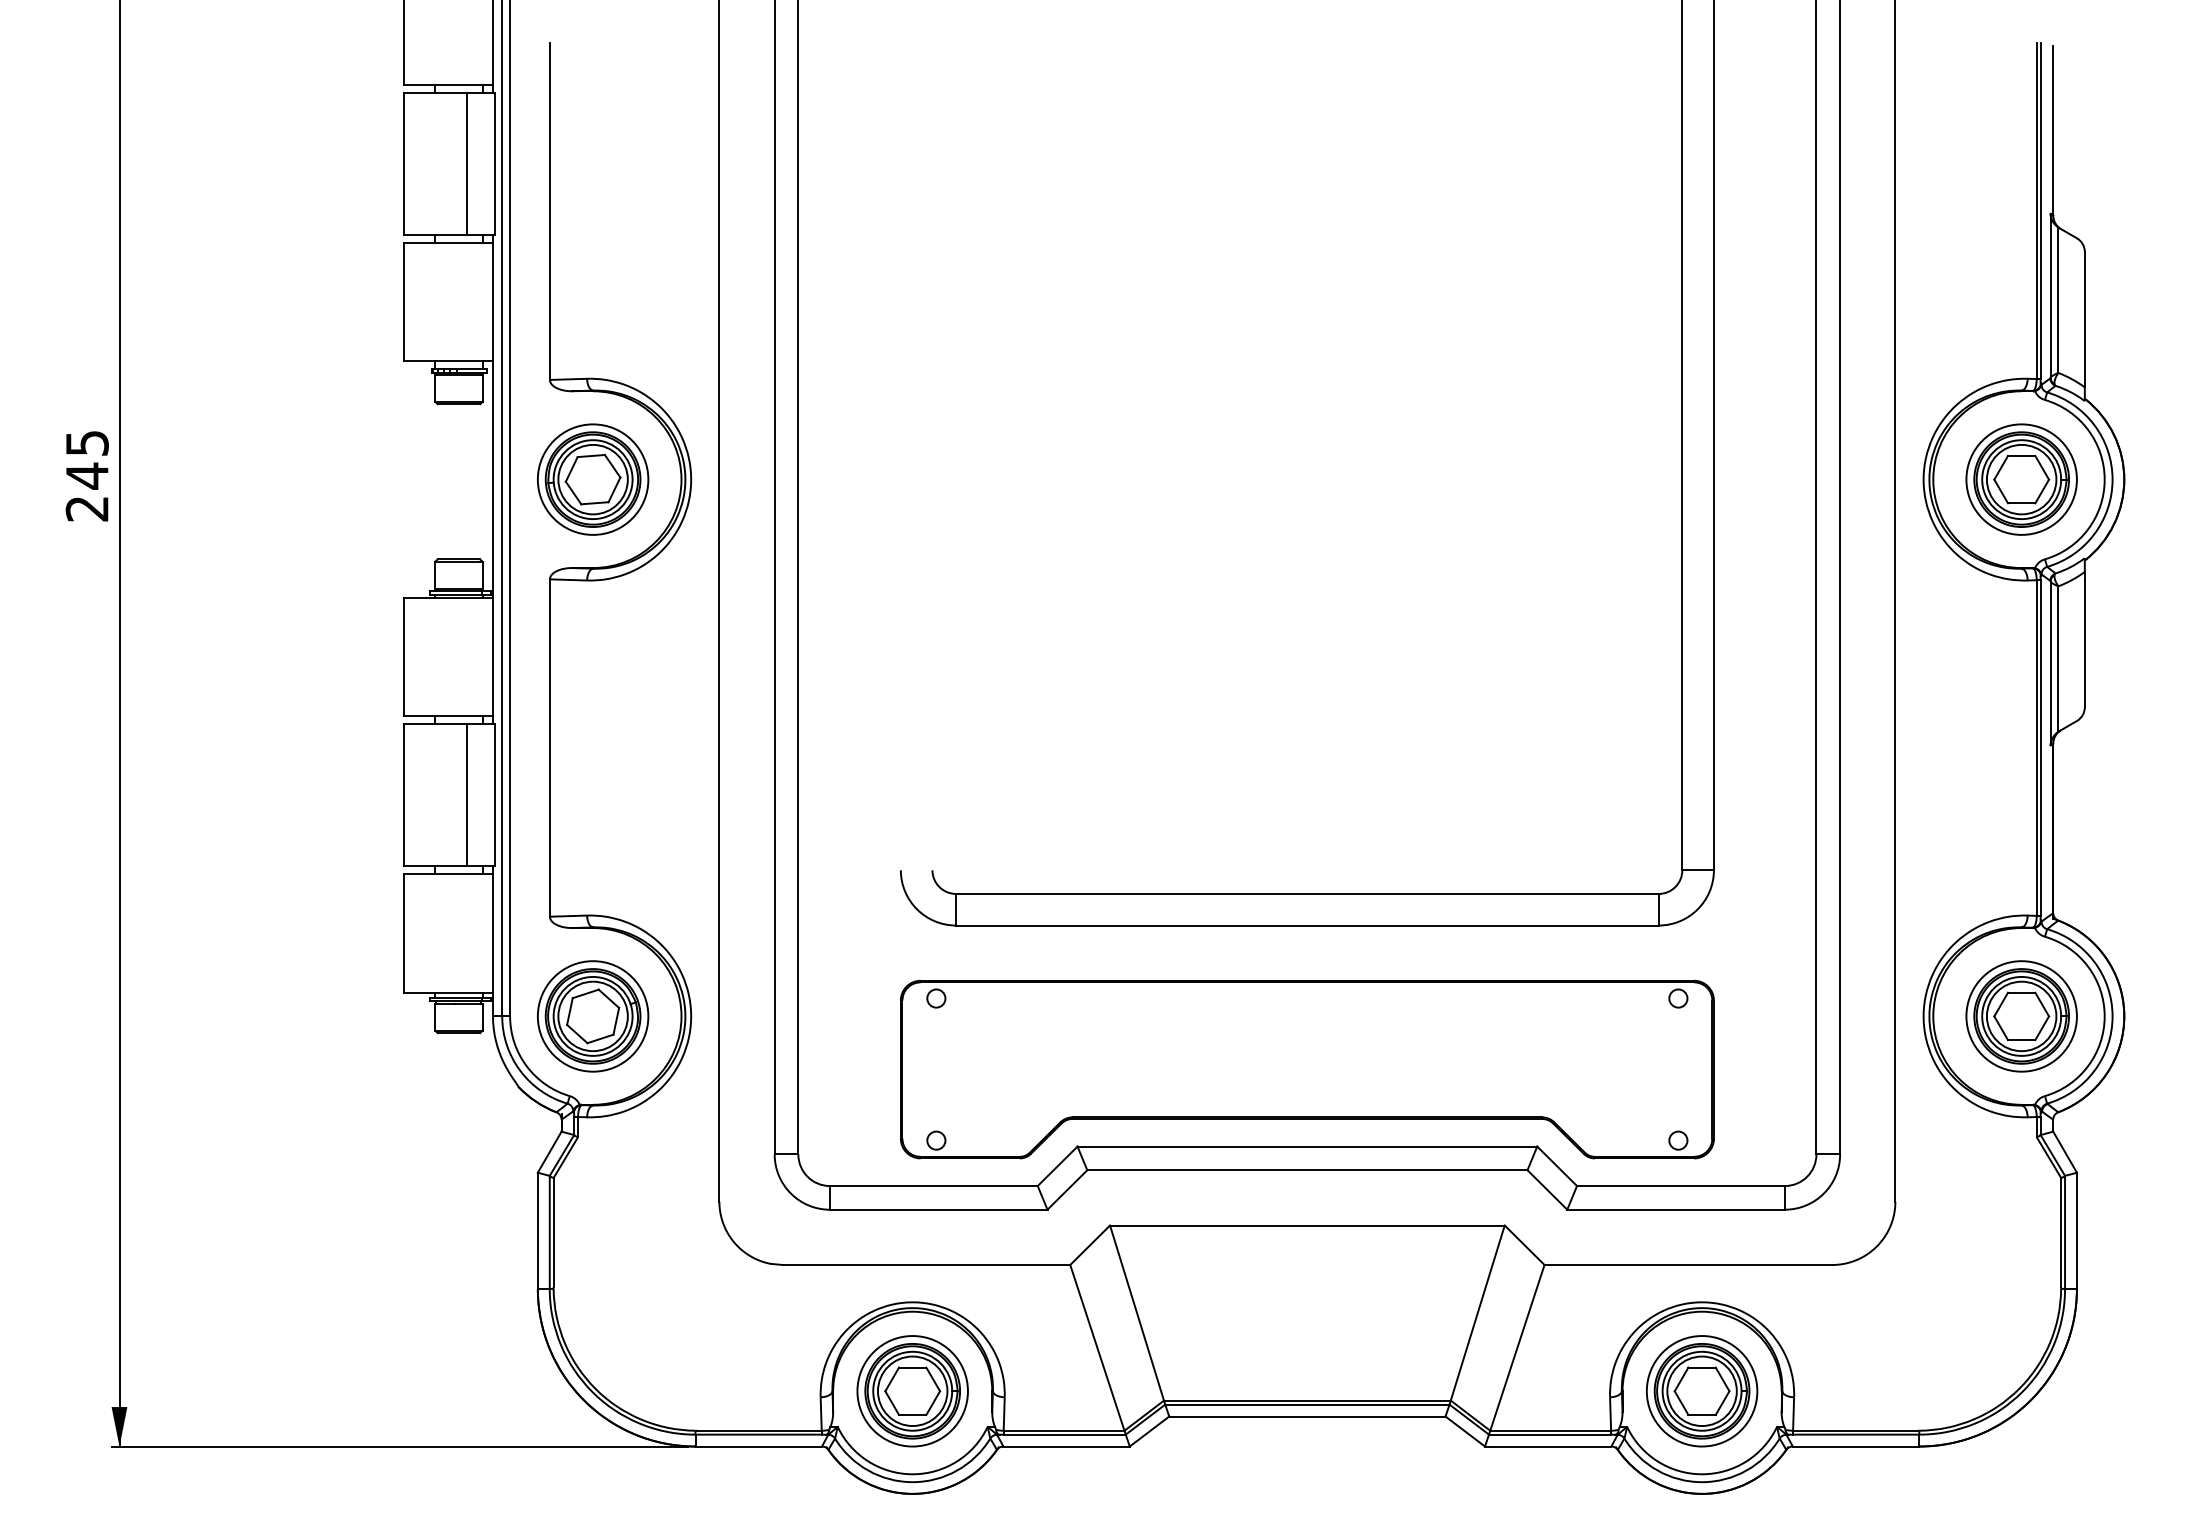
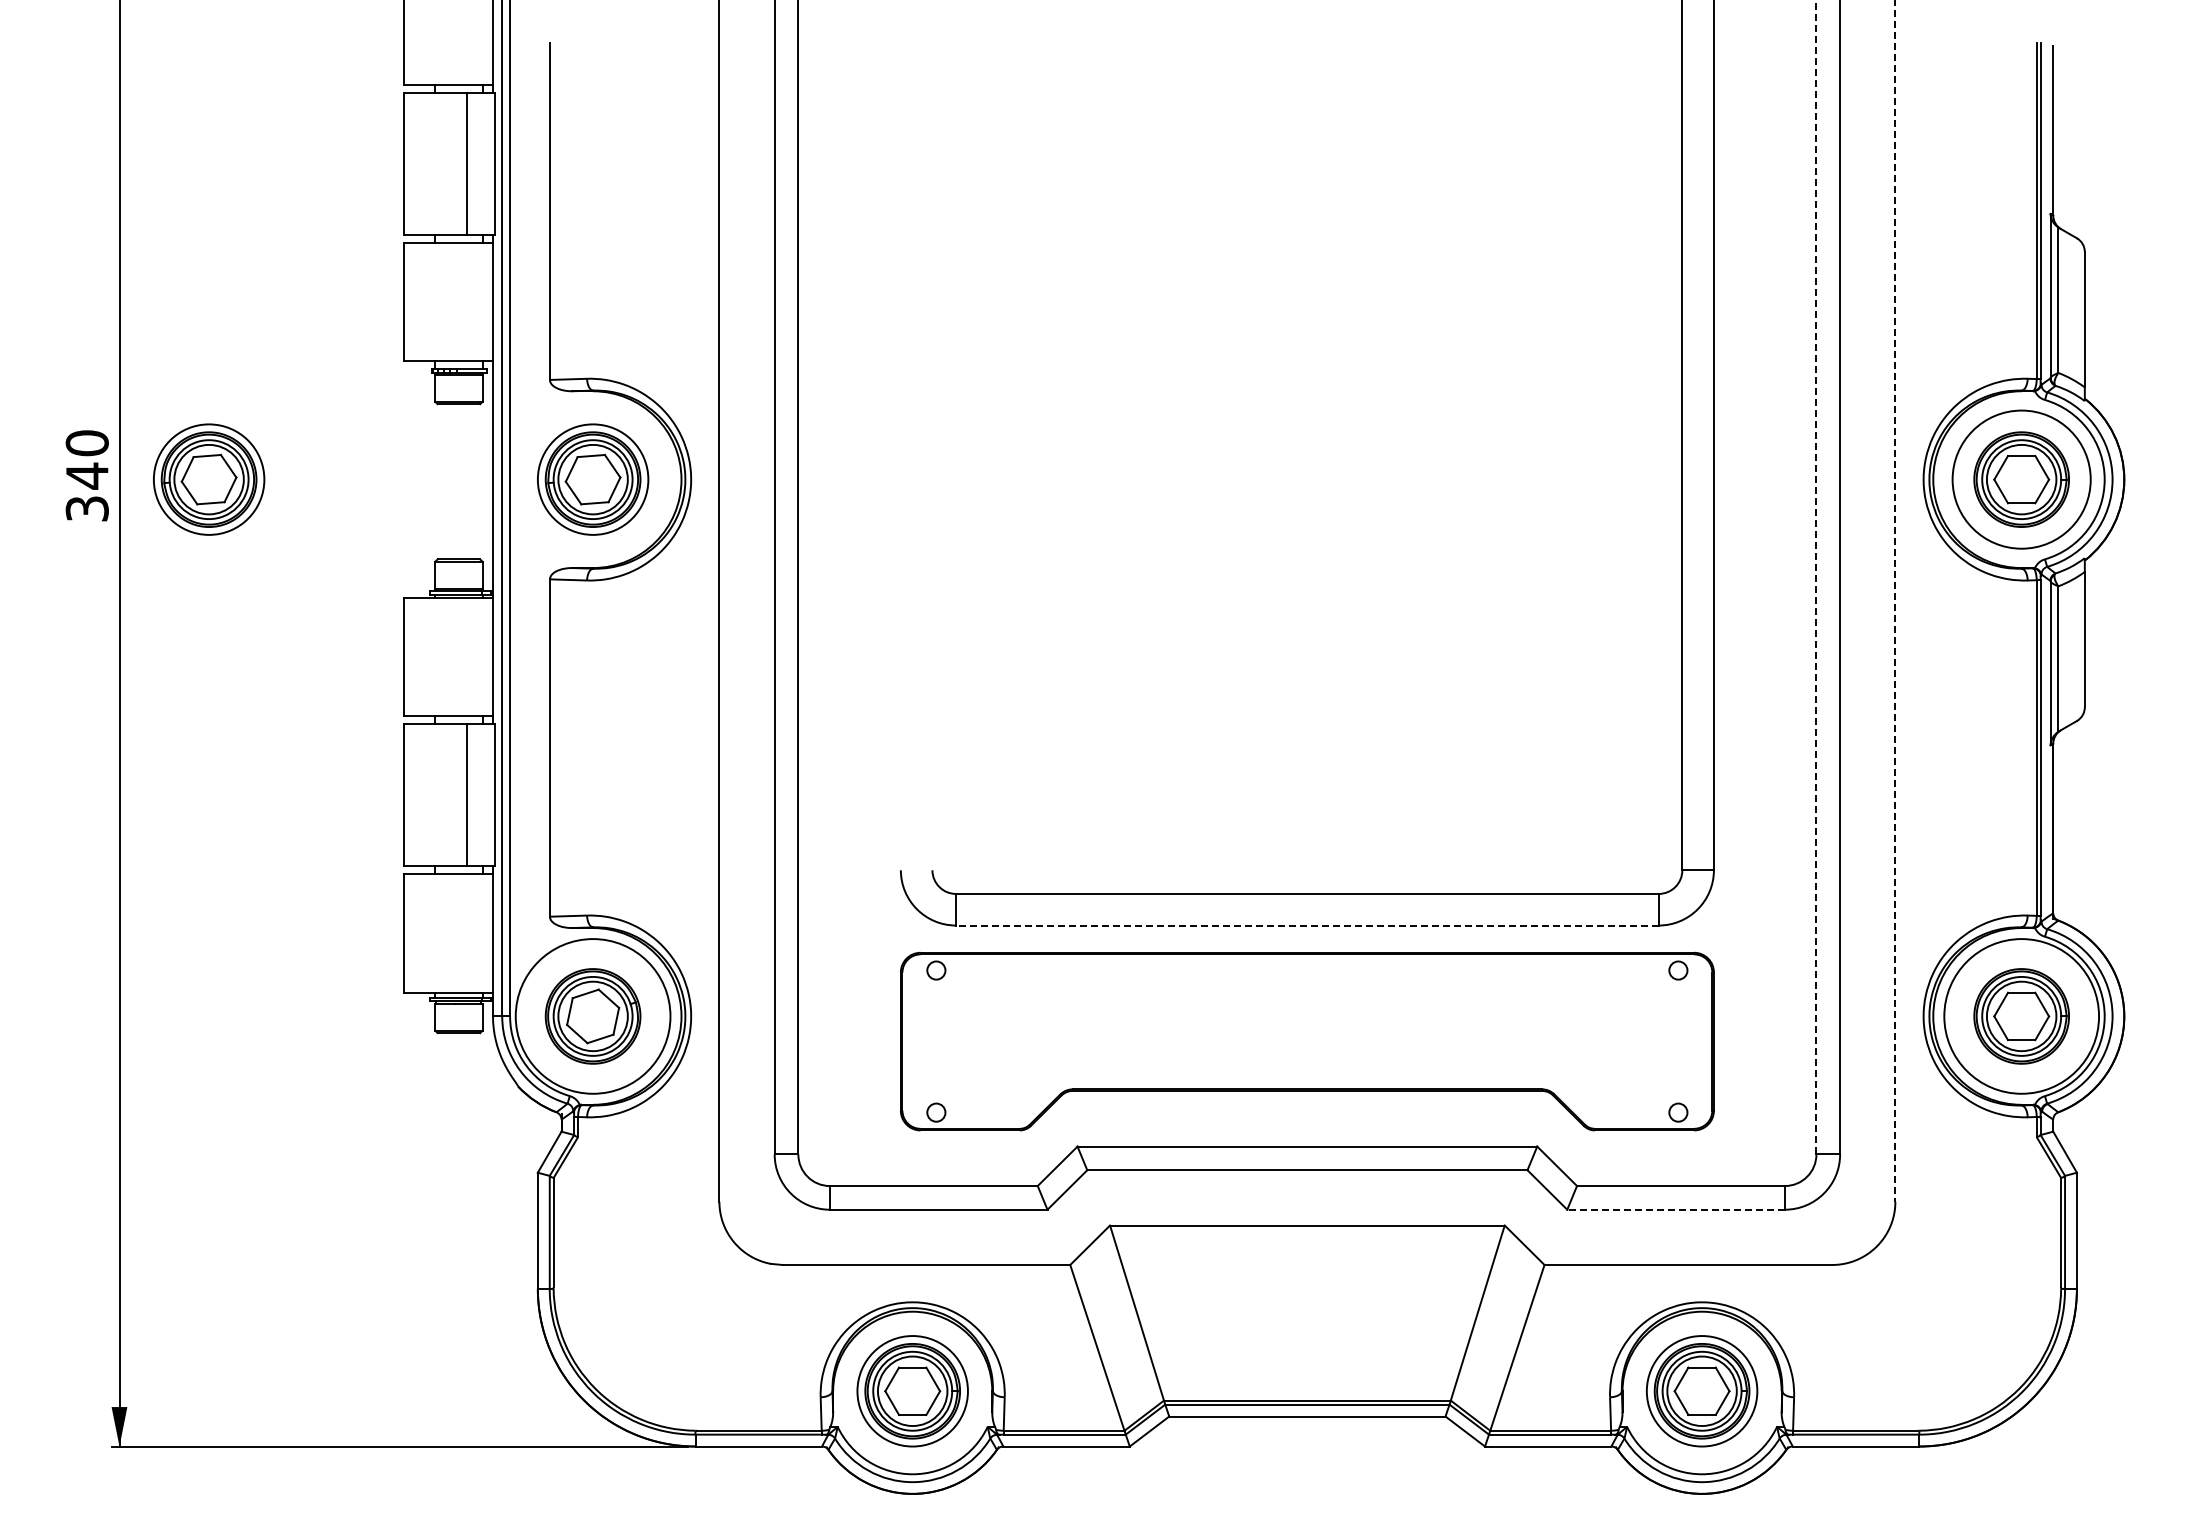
text at (86, 475): 245 -> 340
part at (209, 479): none -> present
circle at (2021, 479) diameter: 111 px -> 138 px
line at (1816, 577): solid -> dashed
line at (1895, 601): solid -> dashed
line at (1306, 925): solid -> dashed
circle at (592, 1016) diameter: 111 px -> 155 px
circle at (2021, 1016) diameter: 111 px -> 155 px
part at (1307, 1069) position: (1307, 1069) -> (1307, 1041)
line at (1676, 1209): solid -> dashed
